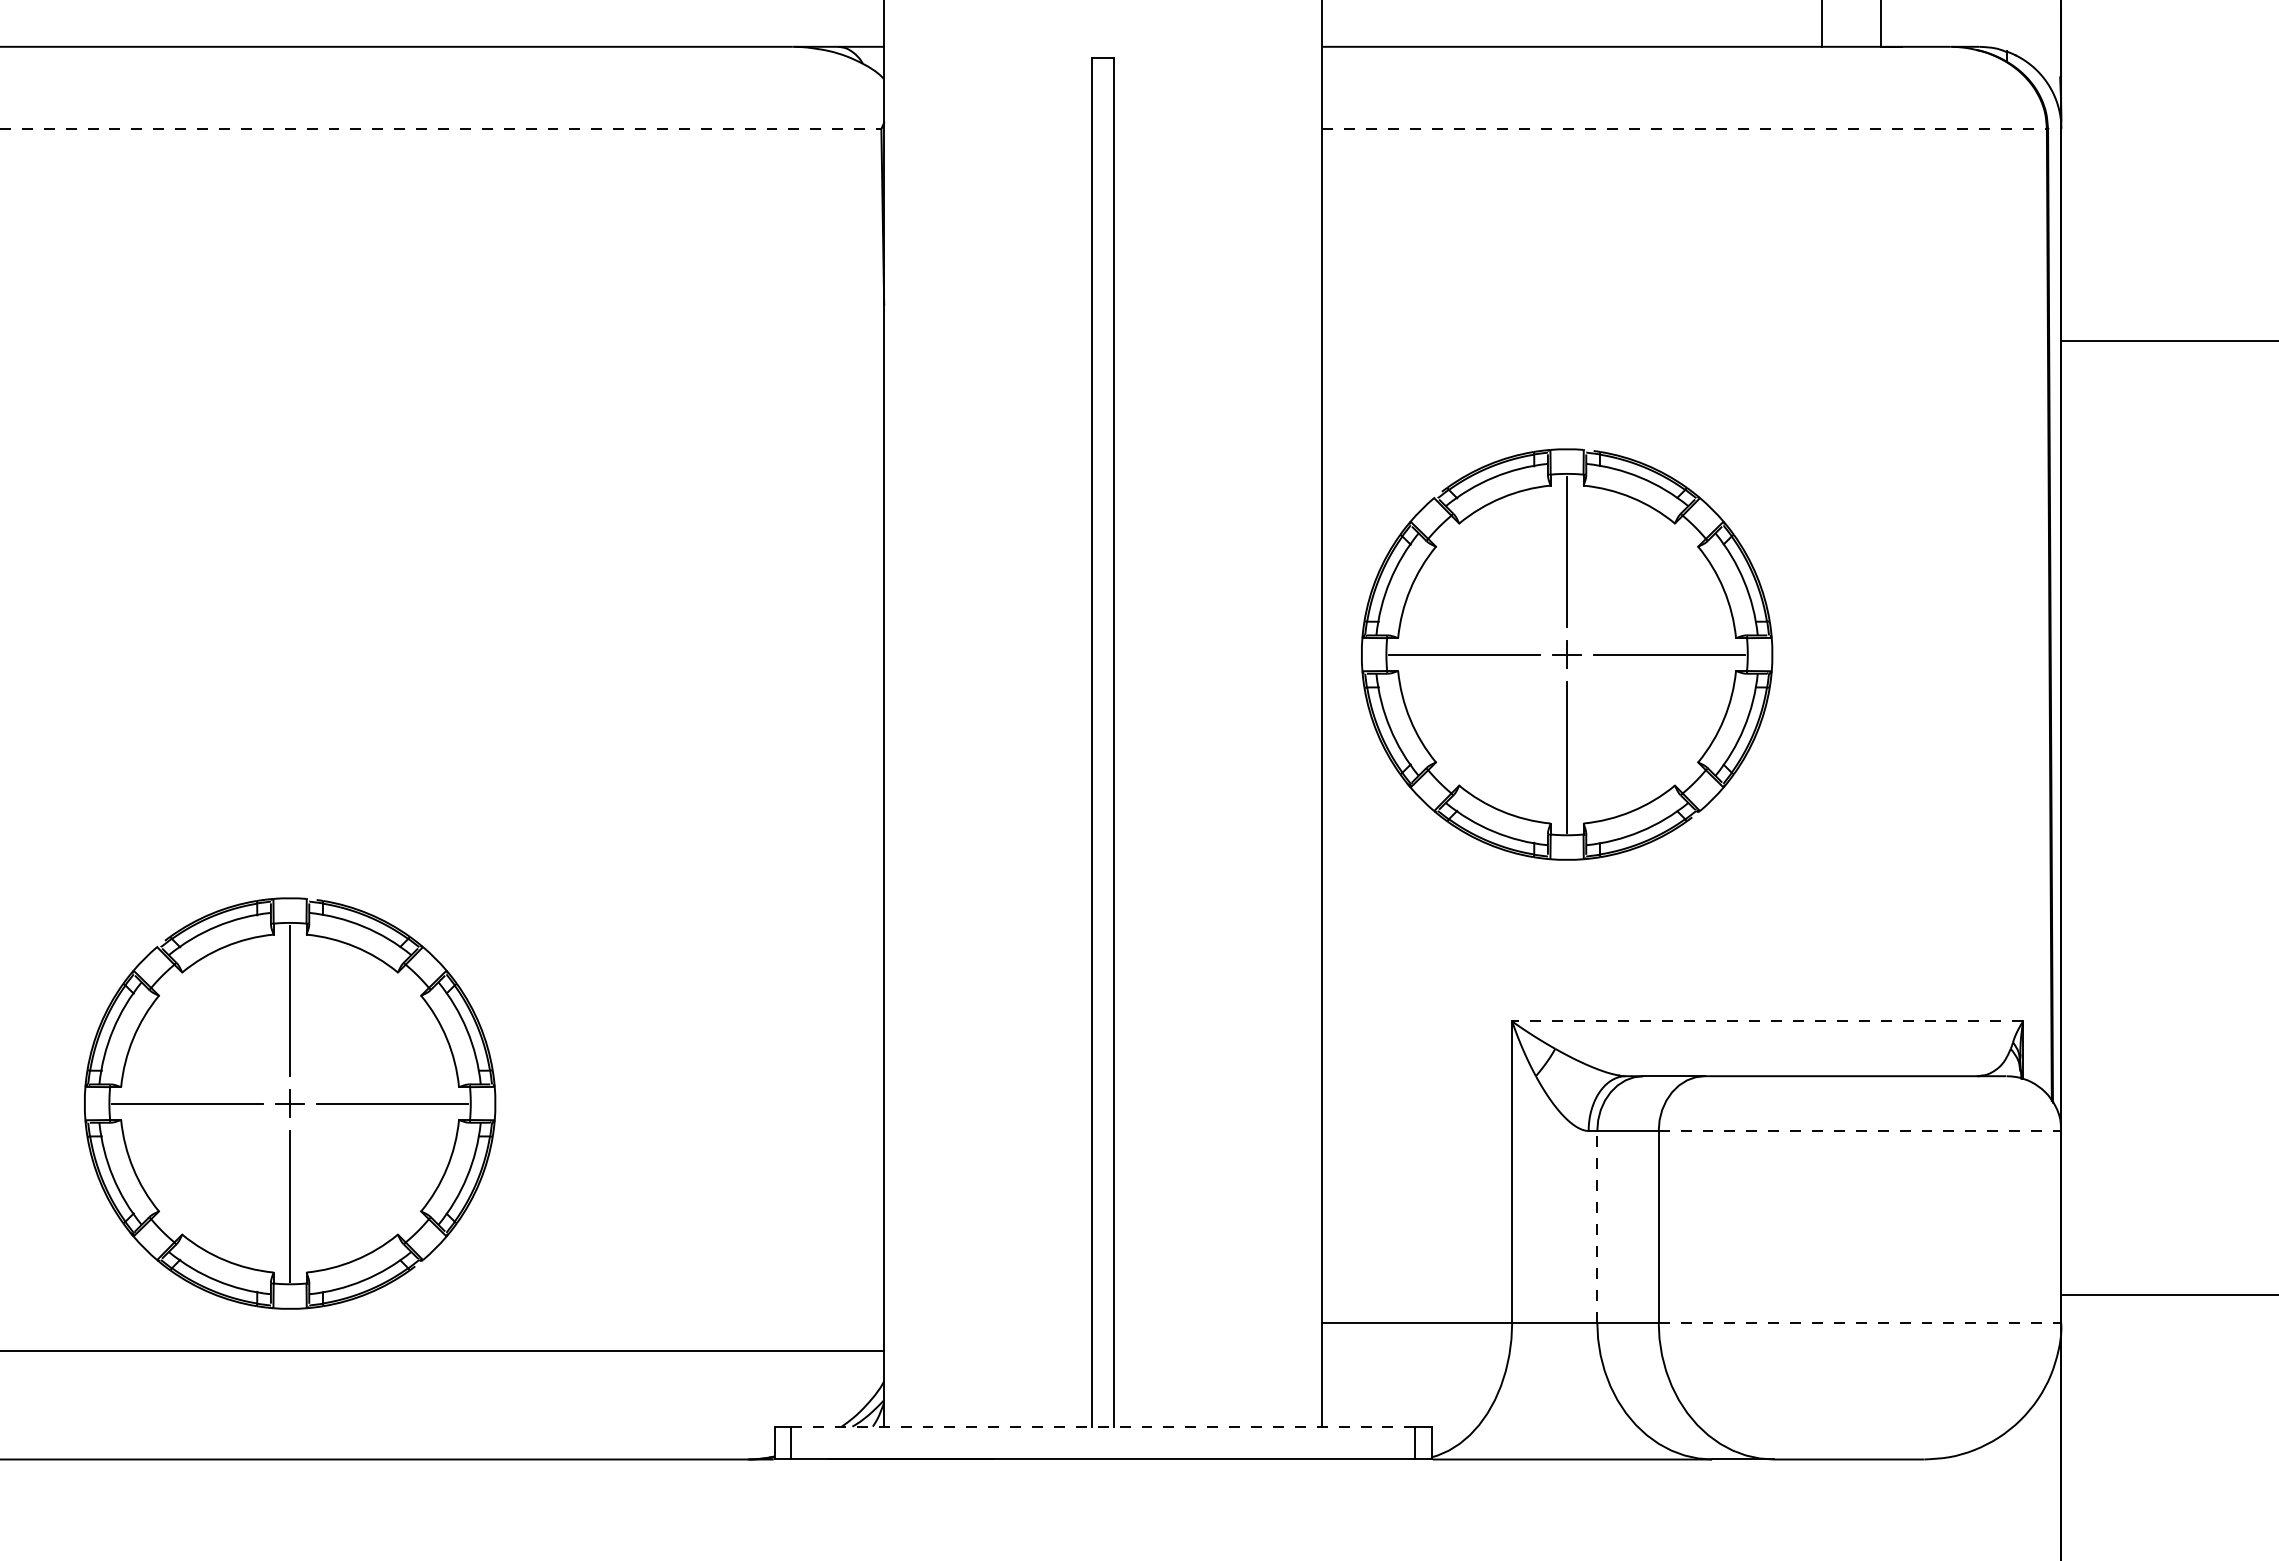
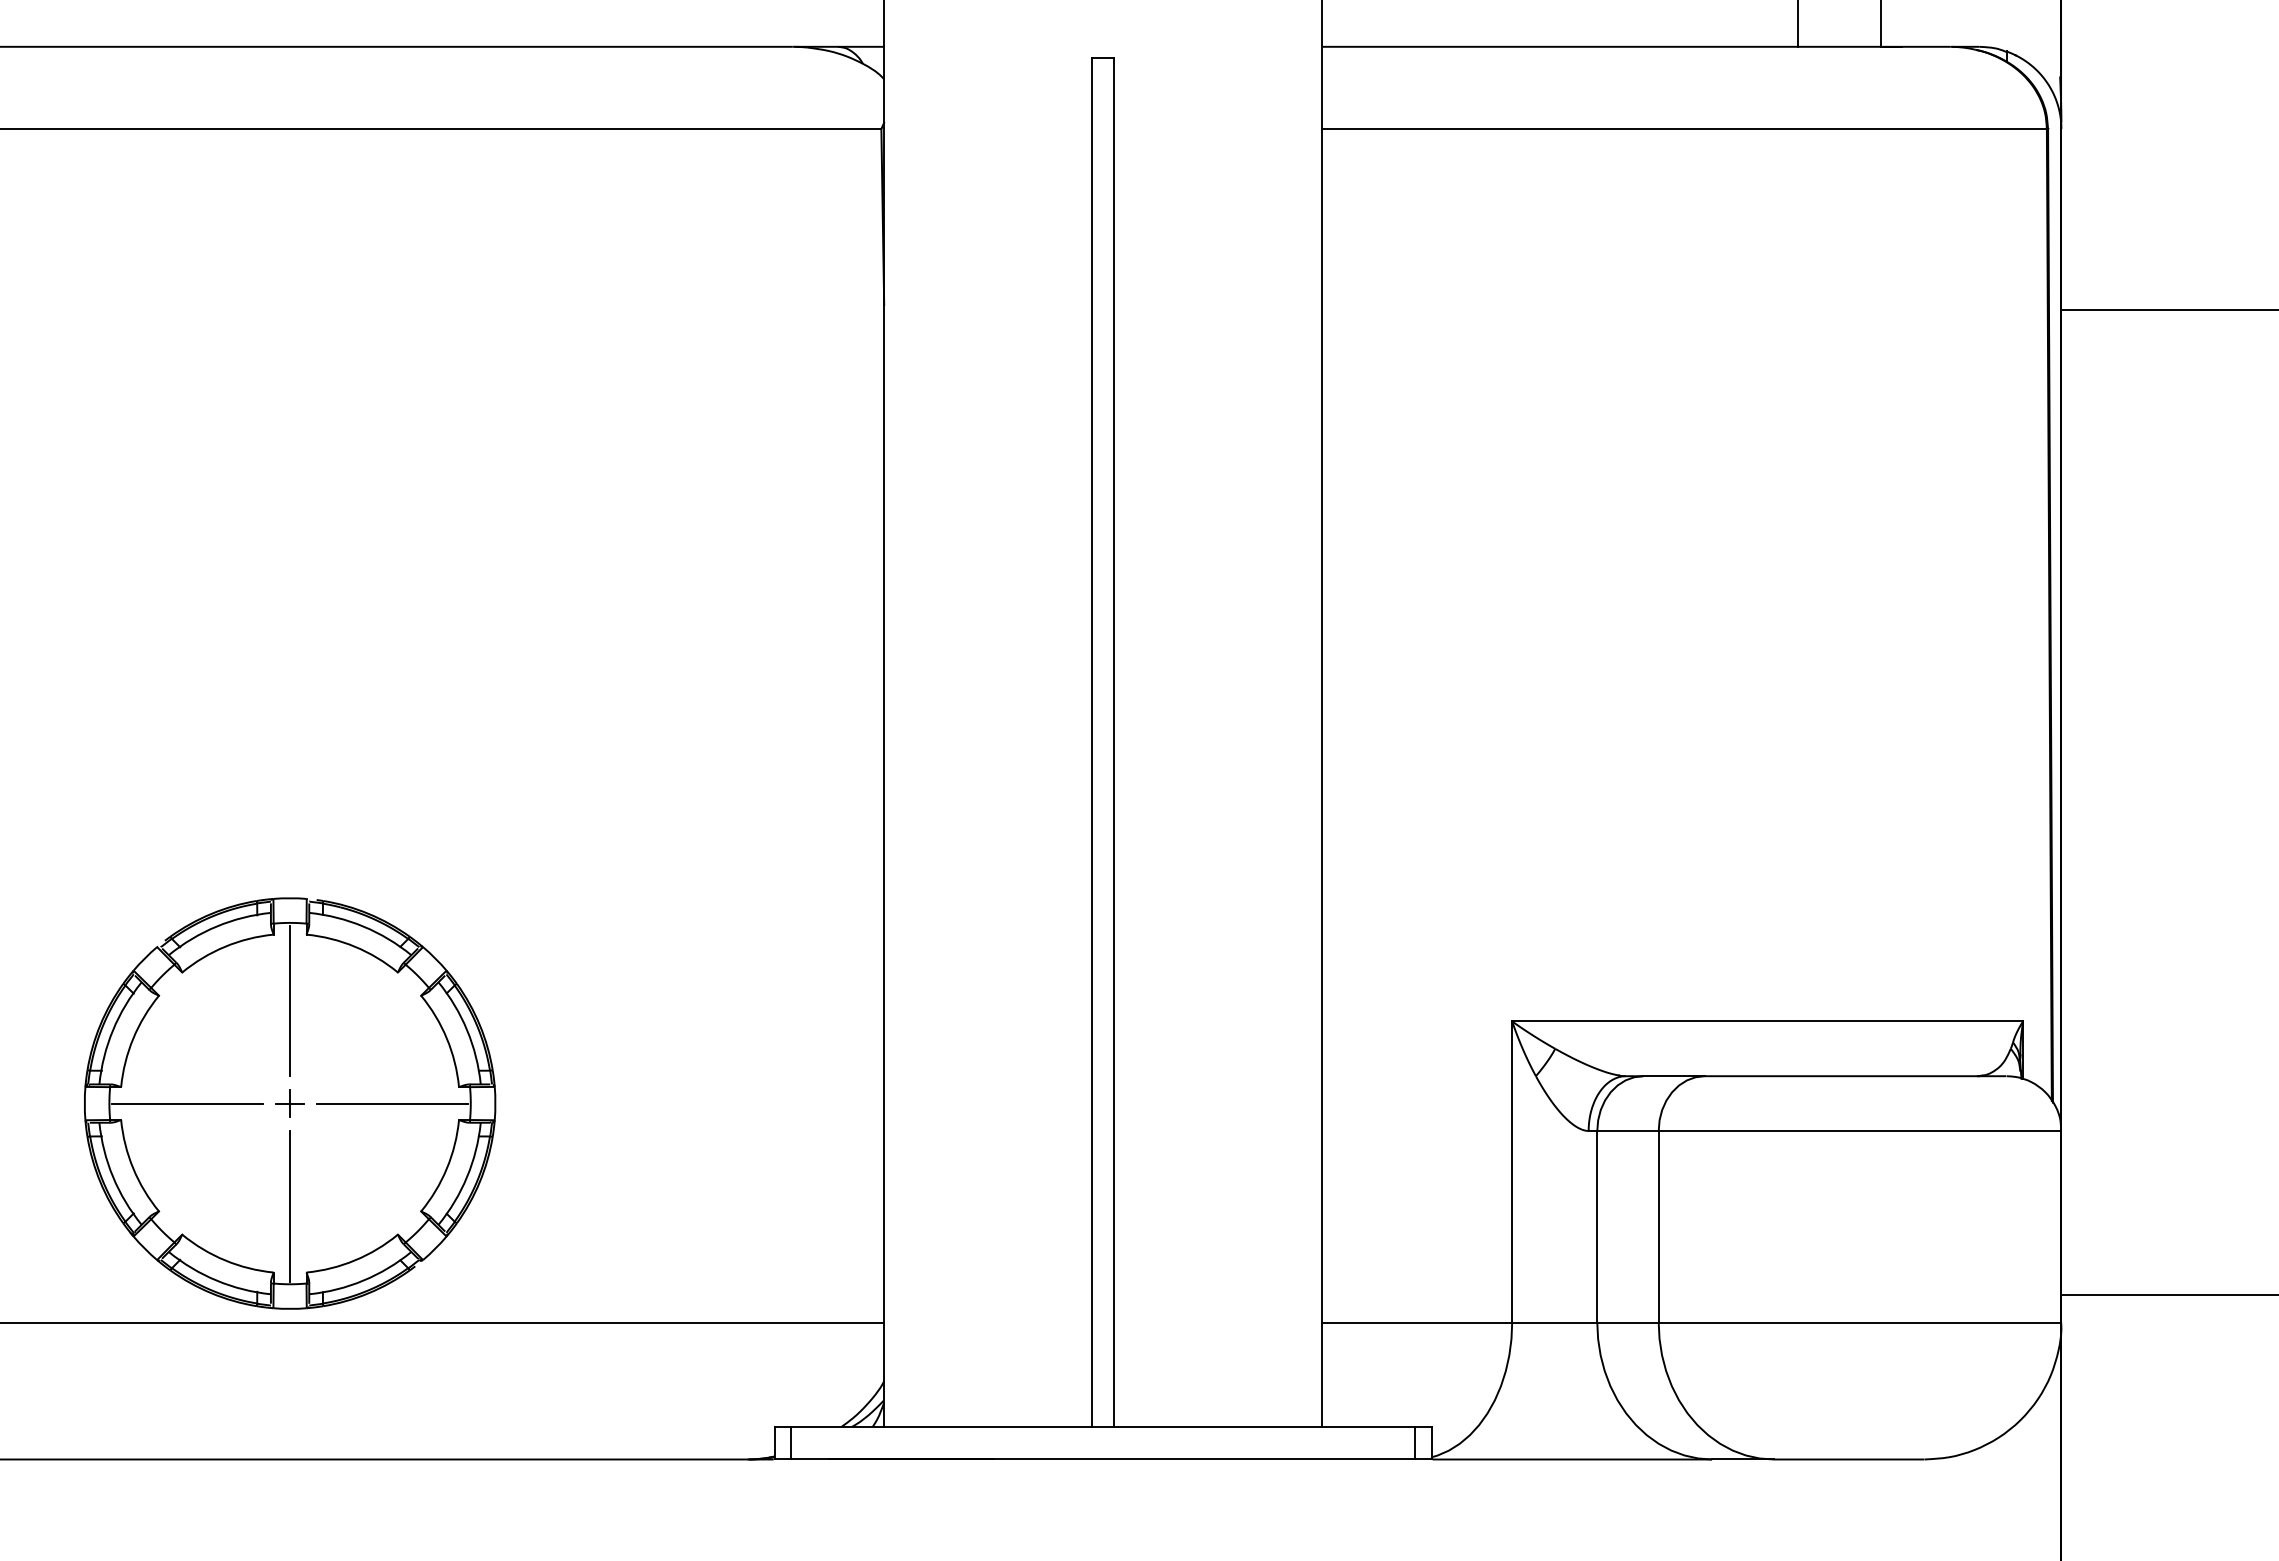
line at (1821, 24) position: (1821, 24) -> (1797, 24)
line at (441, 128): dashed -> solid
line at (1685, 128): dashed -> solid
line at (2168, 340) position: (2168, 340) -> (2168, 309)
part at (1567, 654): present -> none
line at (1767, 1021): dashed -> solid
line at (1860, 1130): dashed -> solid
line at (1597, 1226): dashed -> solid
line at (1860, 1322): dashed -> solid
line at (443, 1350) position: (443, 1350) -> (443, 1322)
line at (1102, 1426): dashed -> solid
